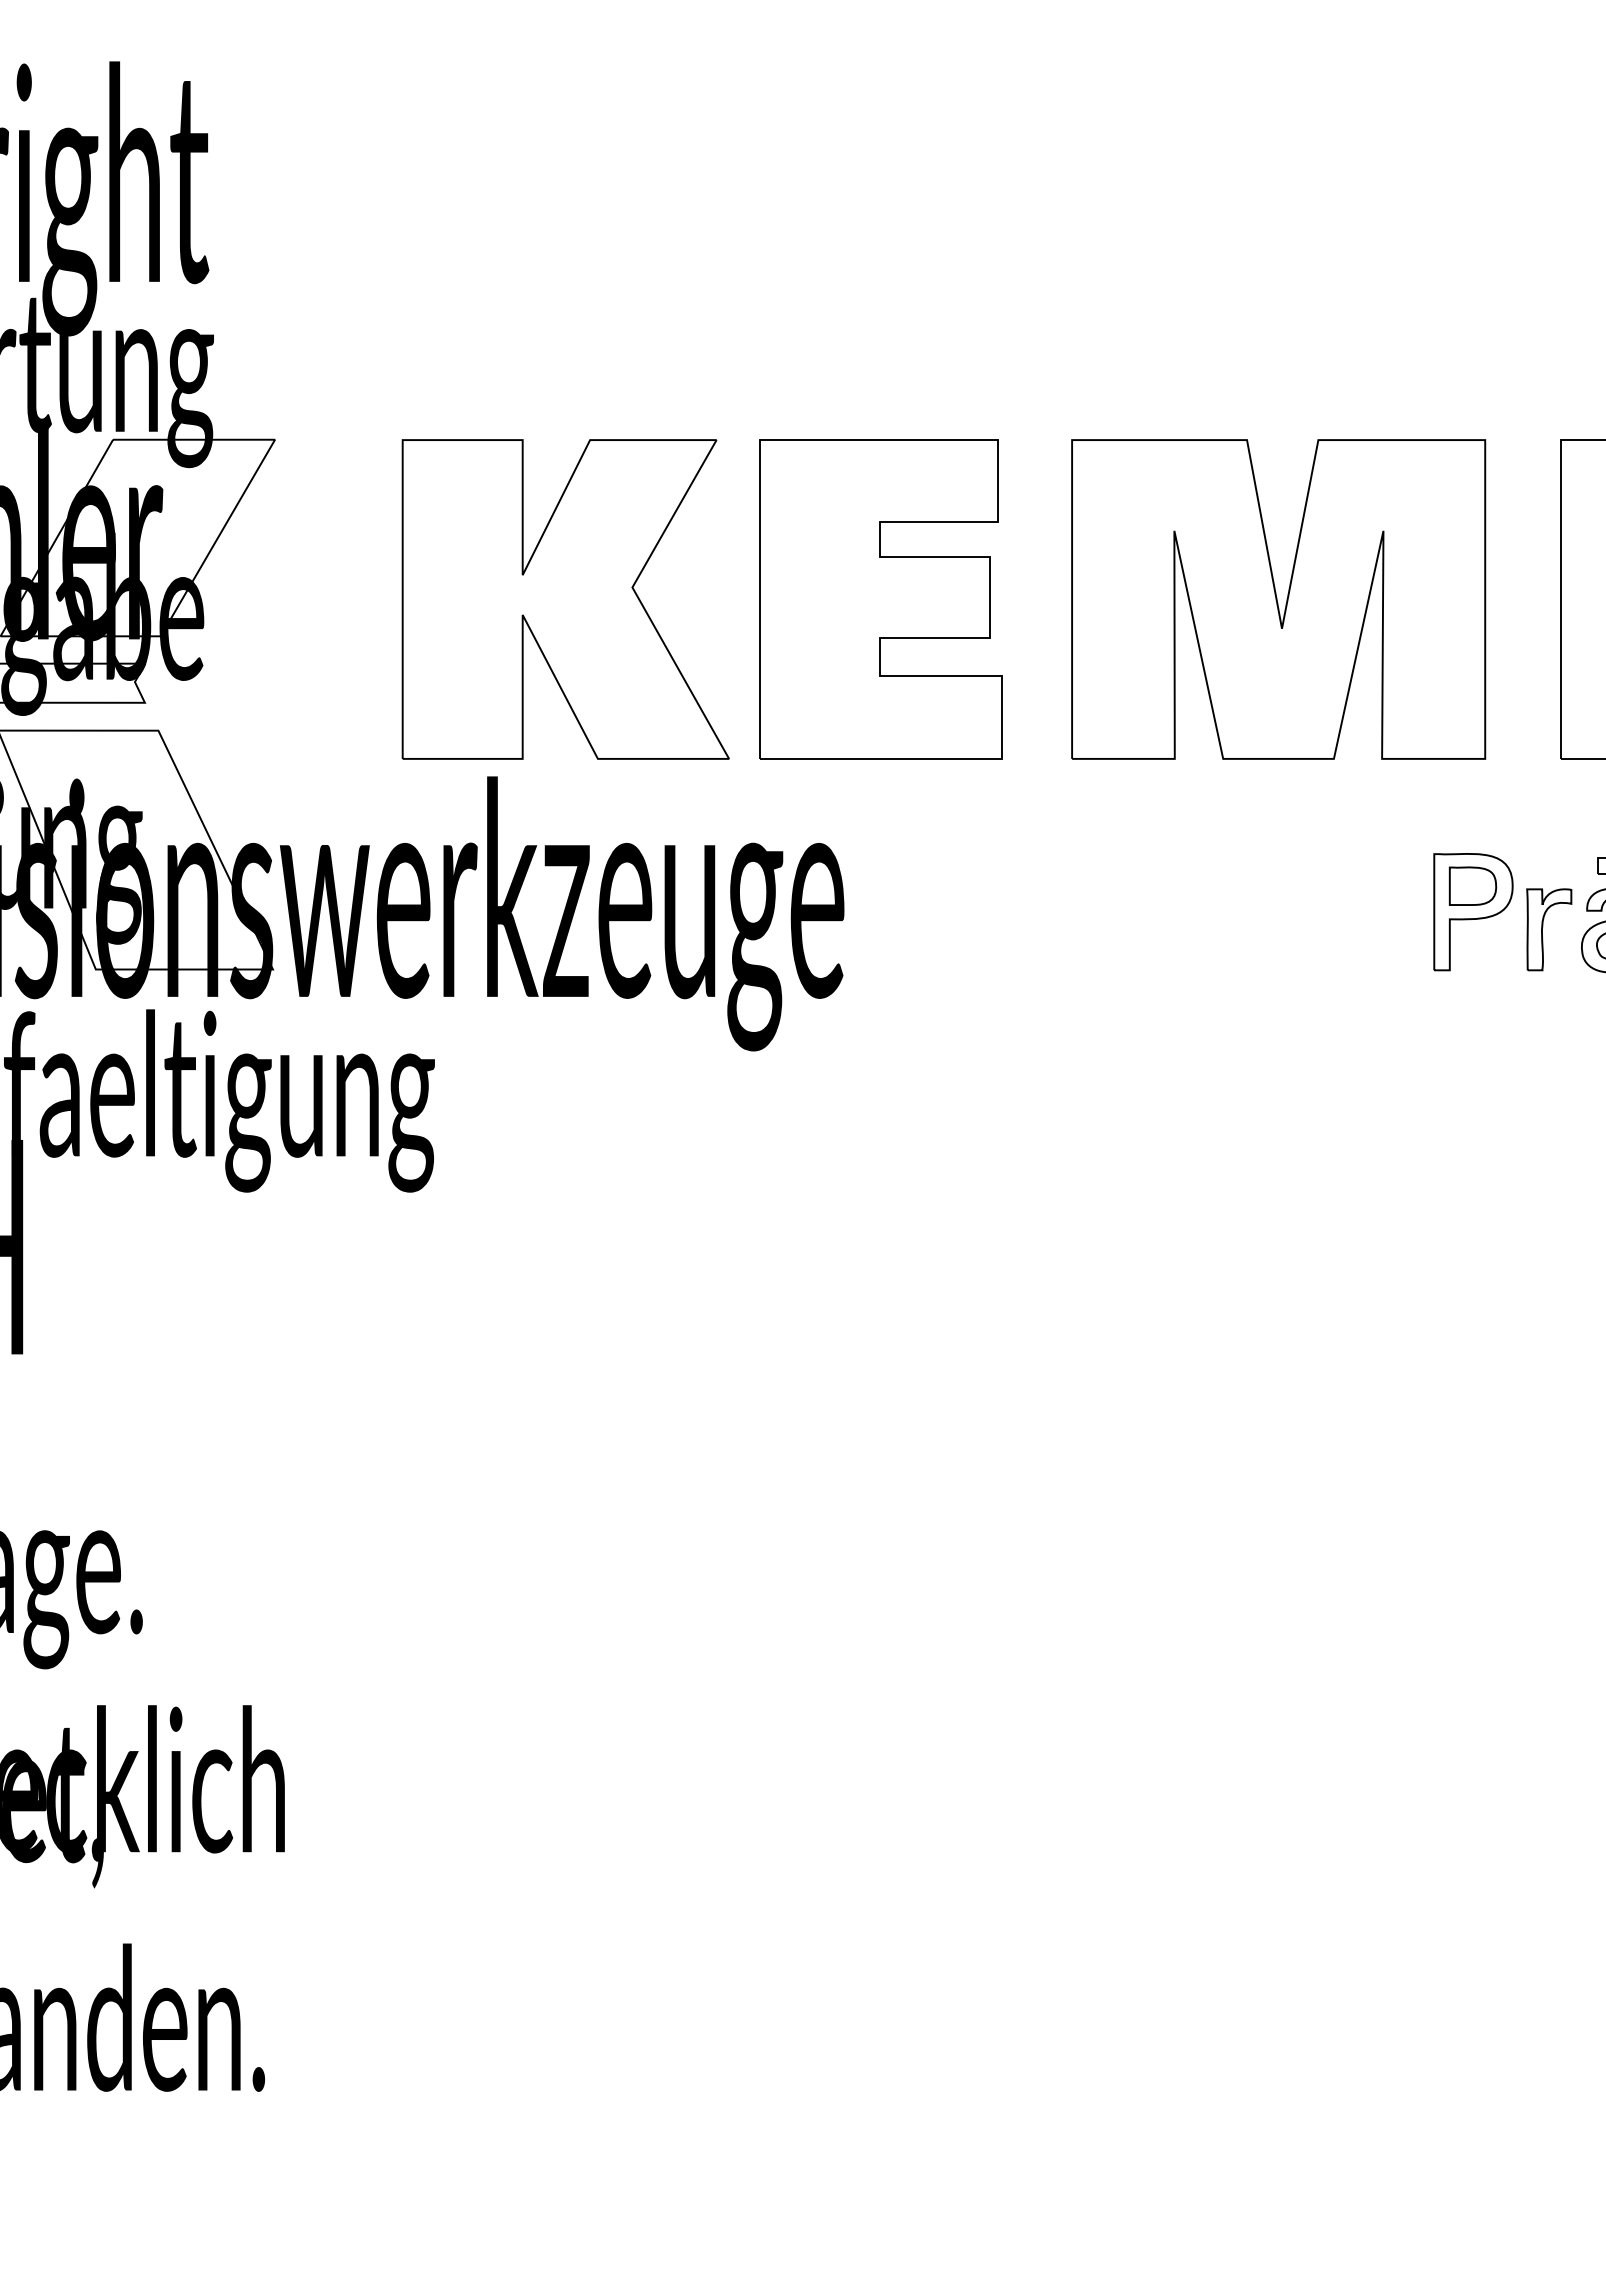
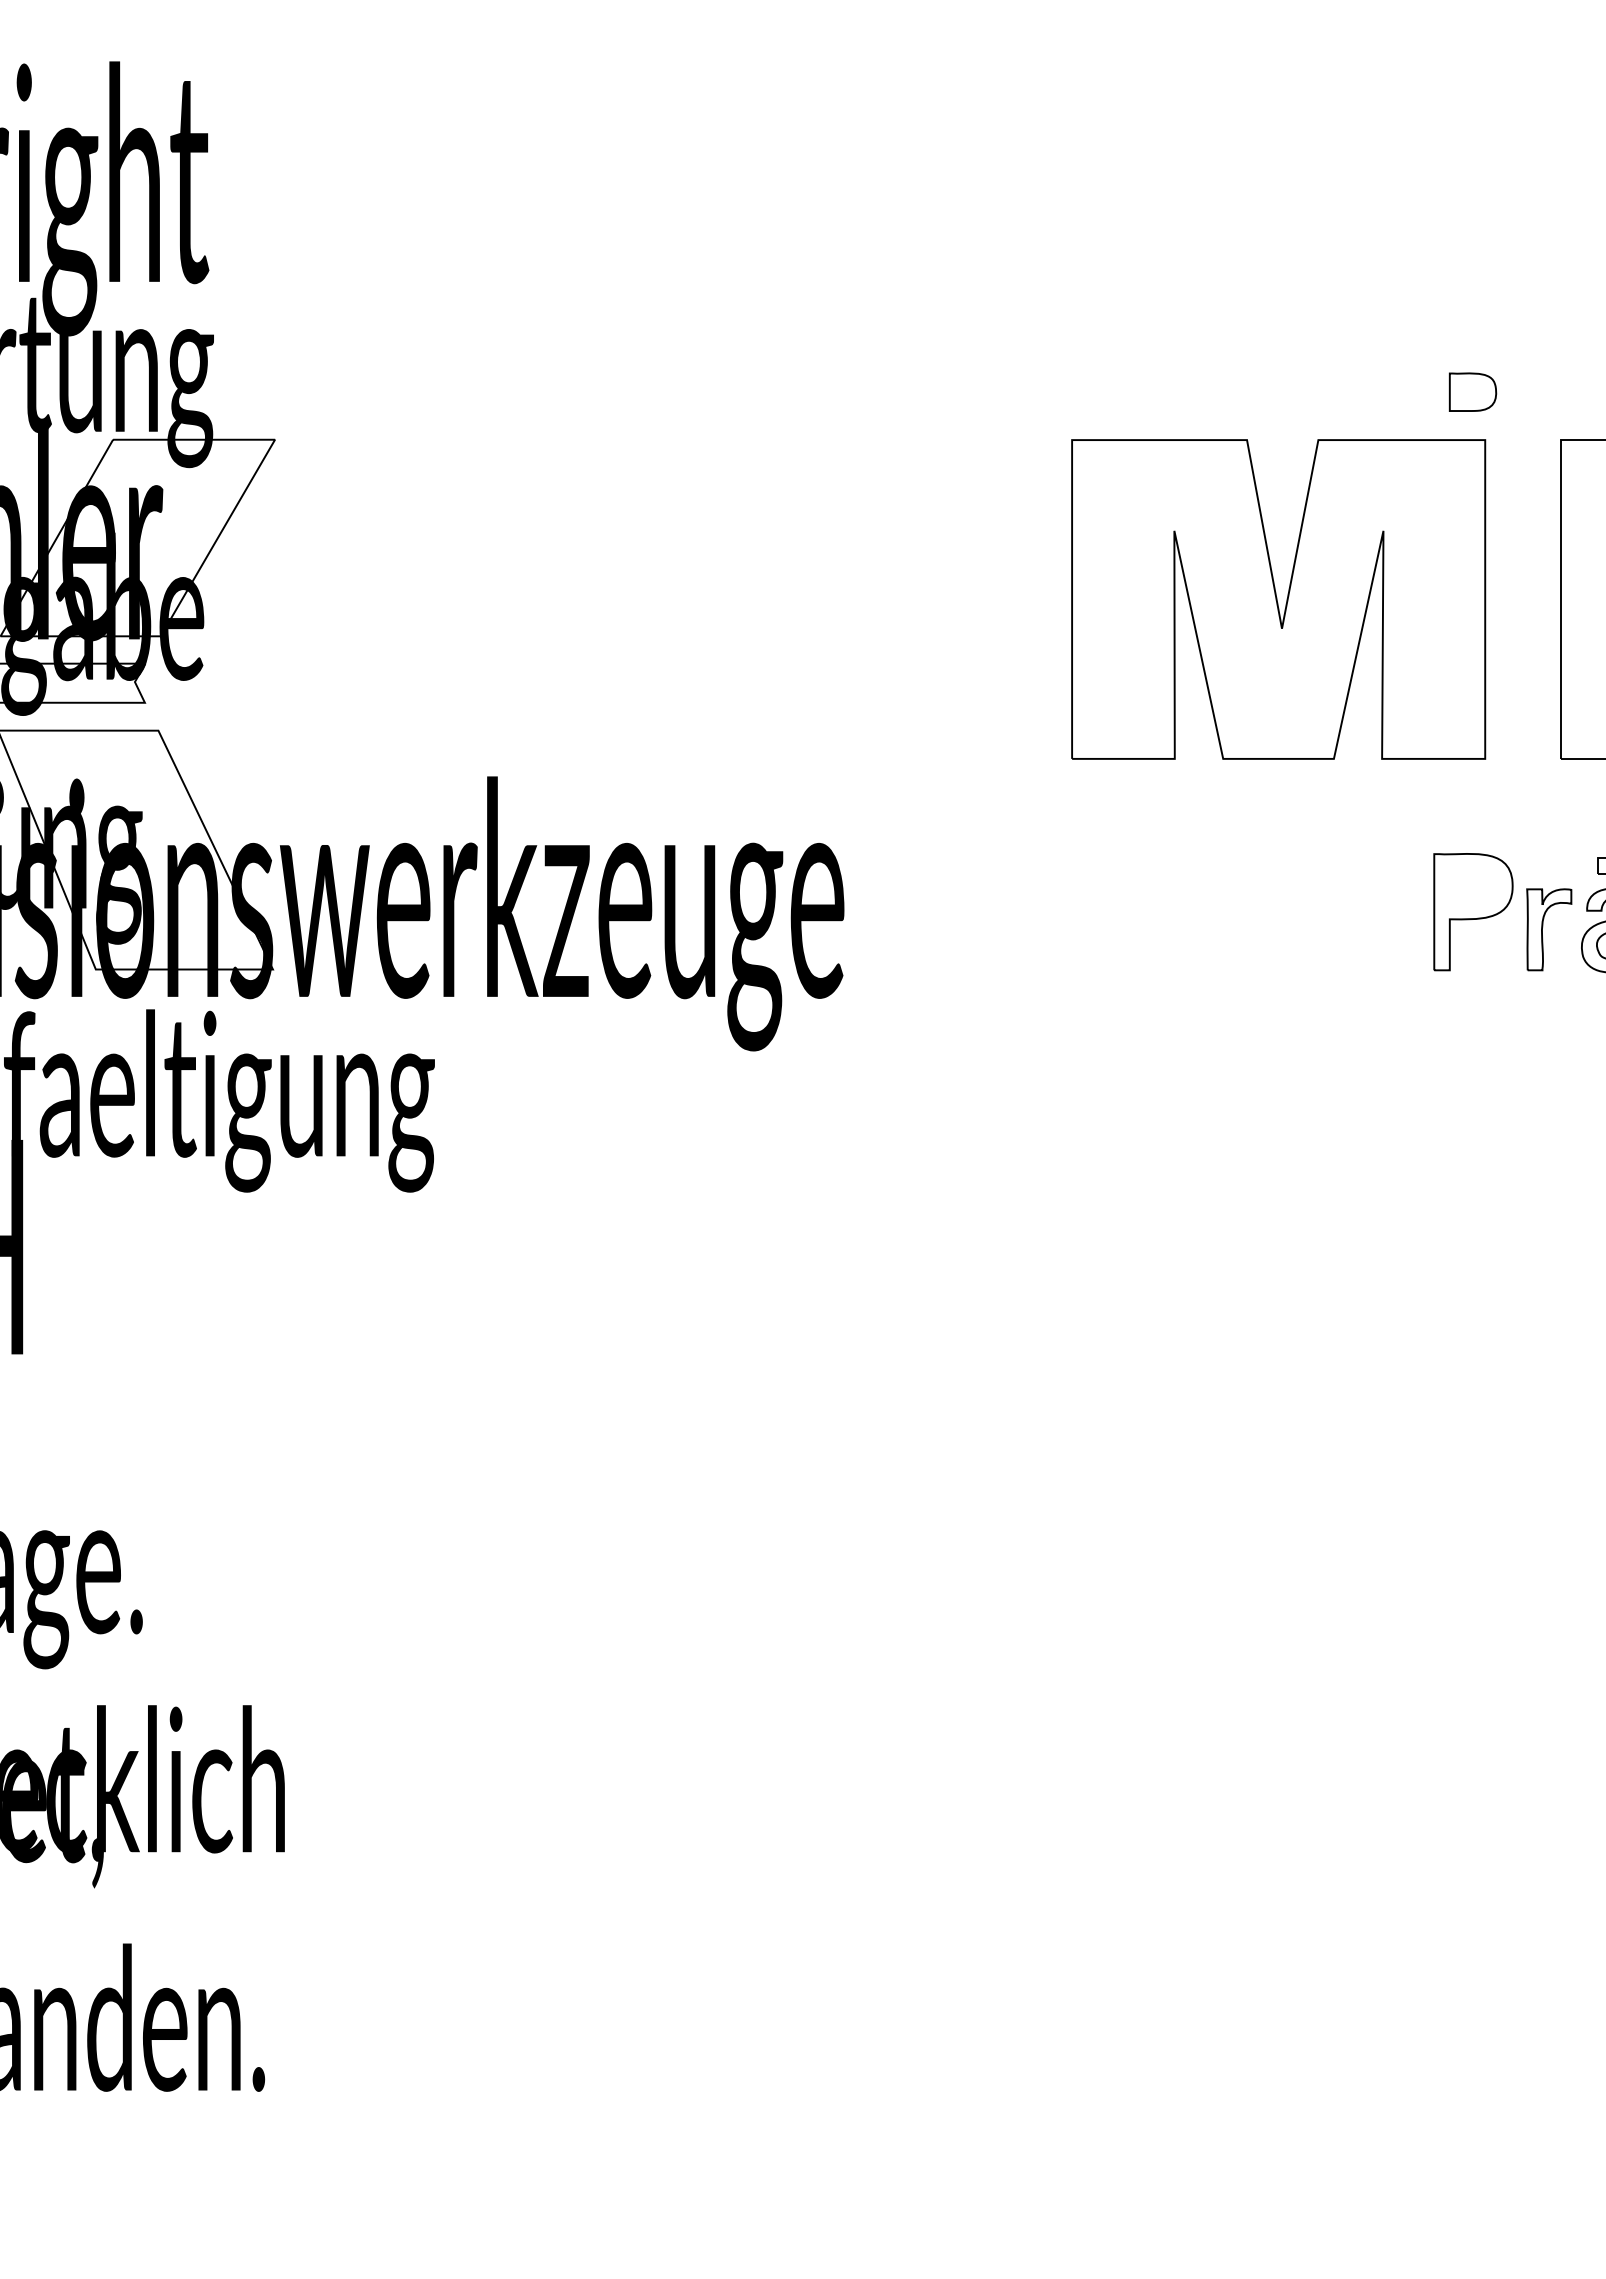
part at (565, 599): present -> none
part at (880, 599): present -> none
part at (1472, 885) position: (1472, 885) -> (1472, 391)
